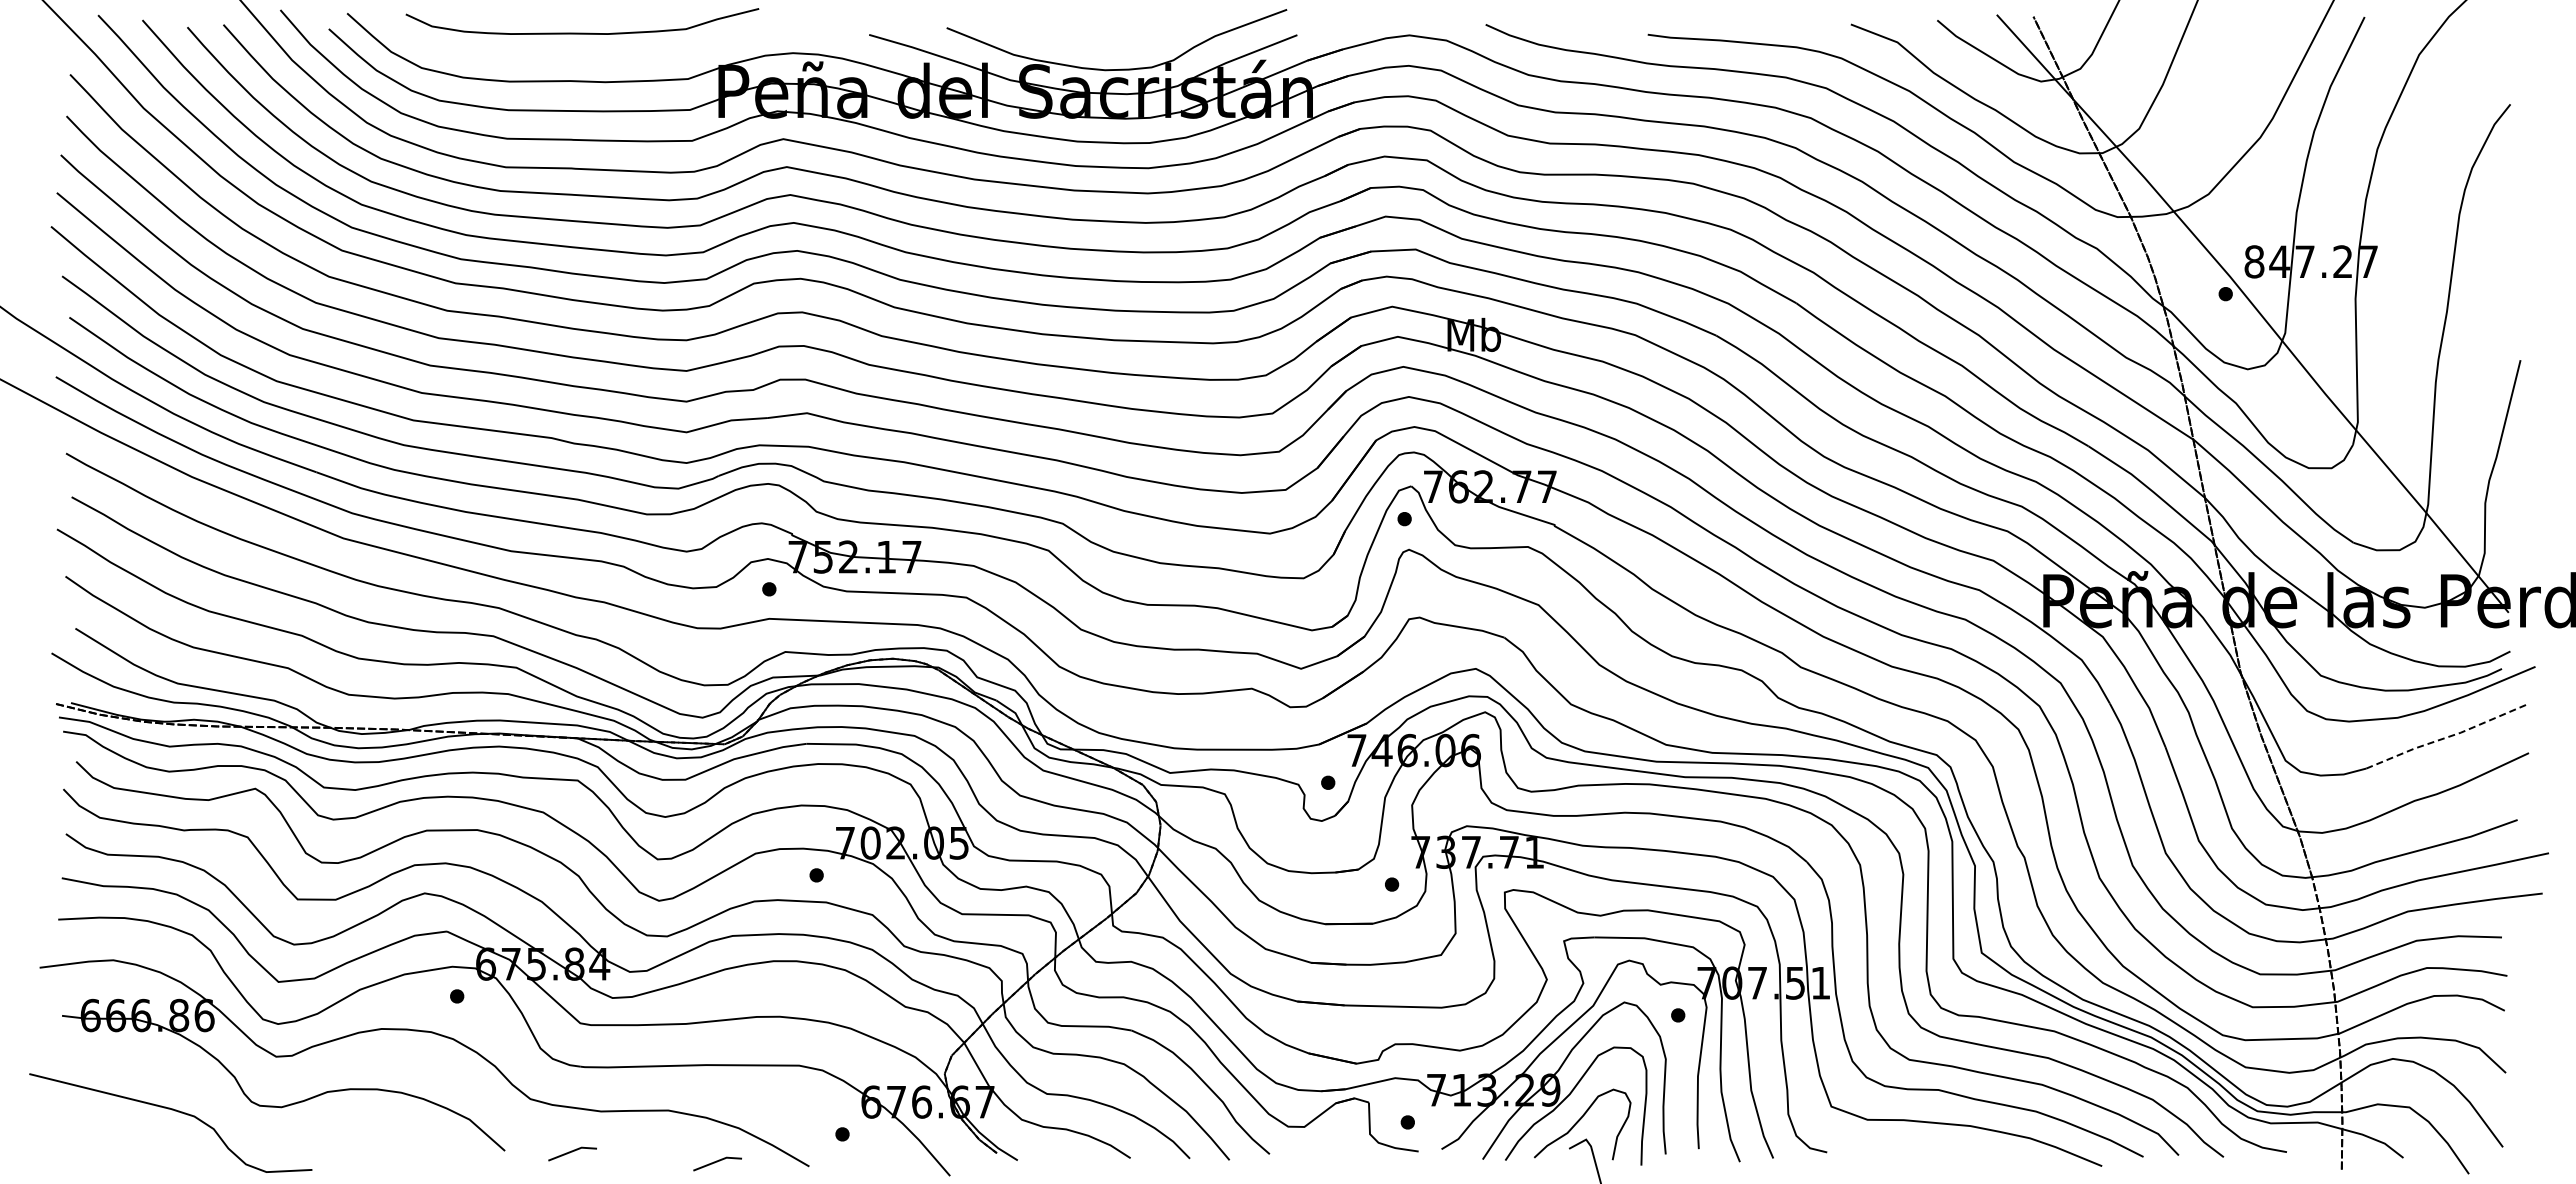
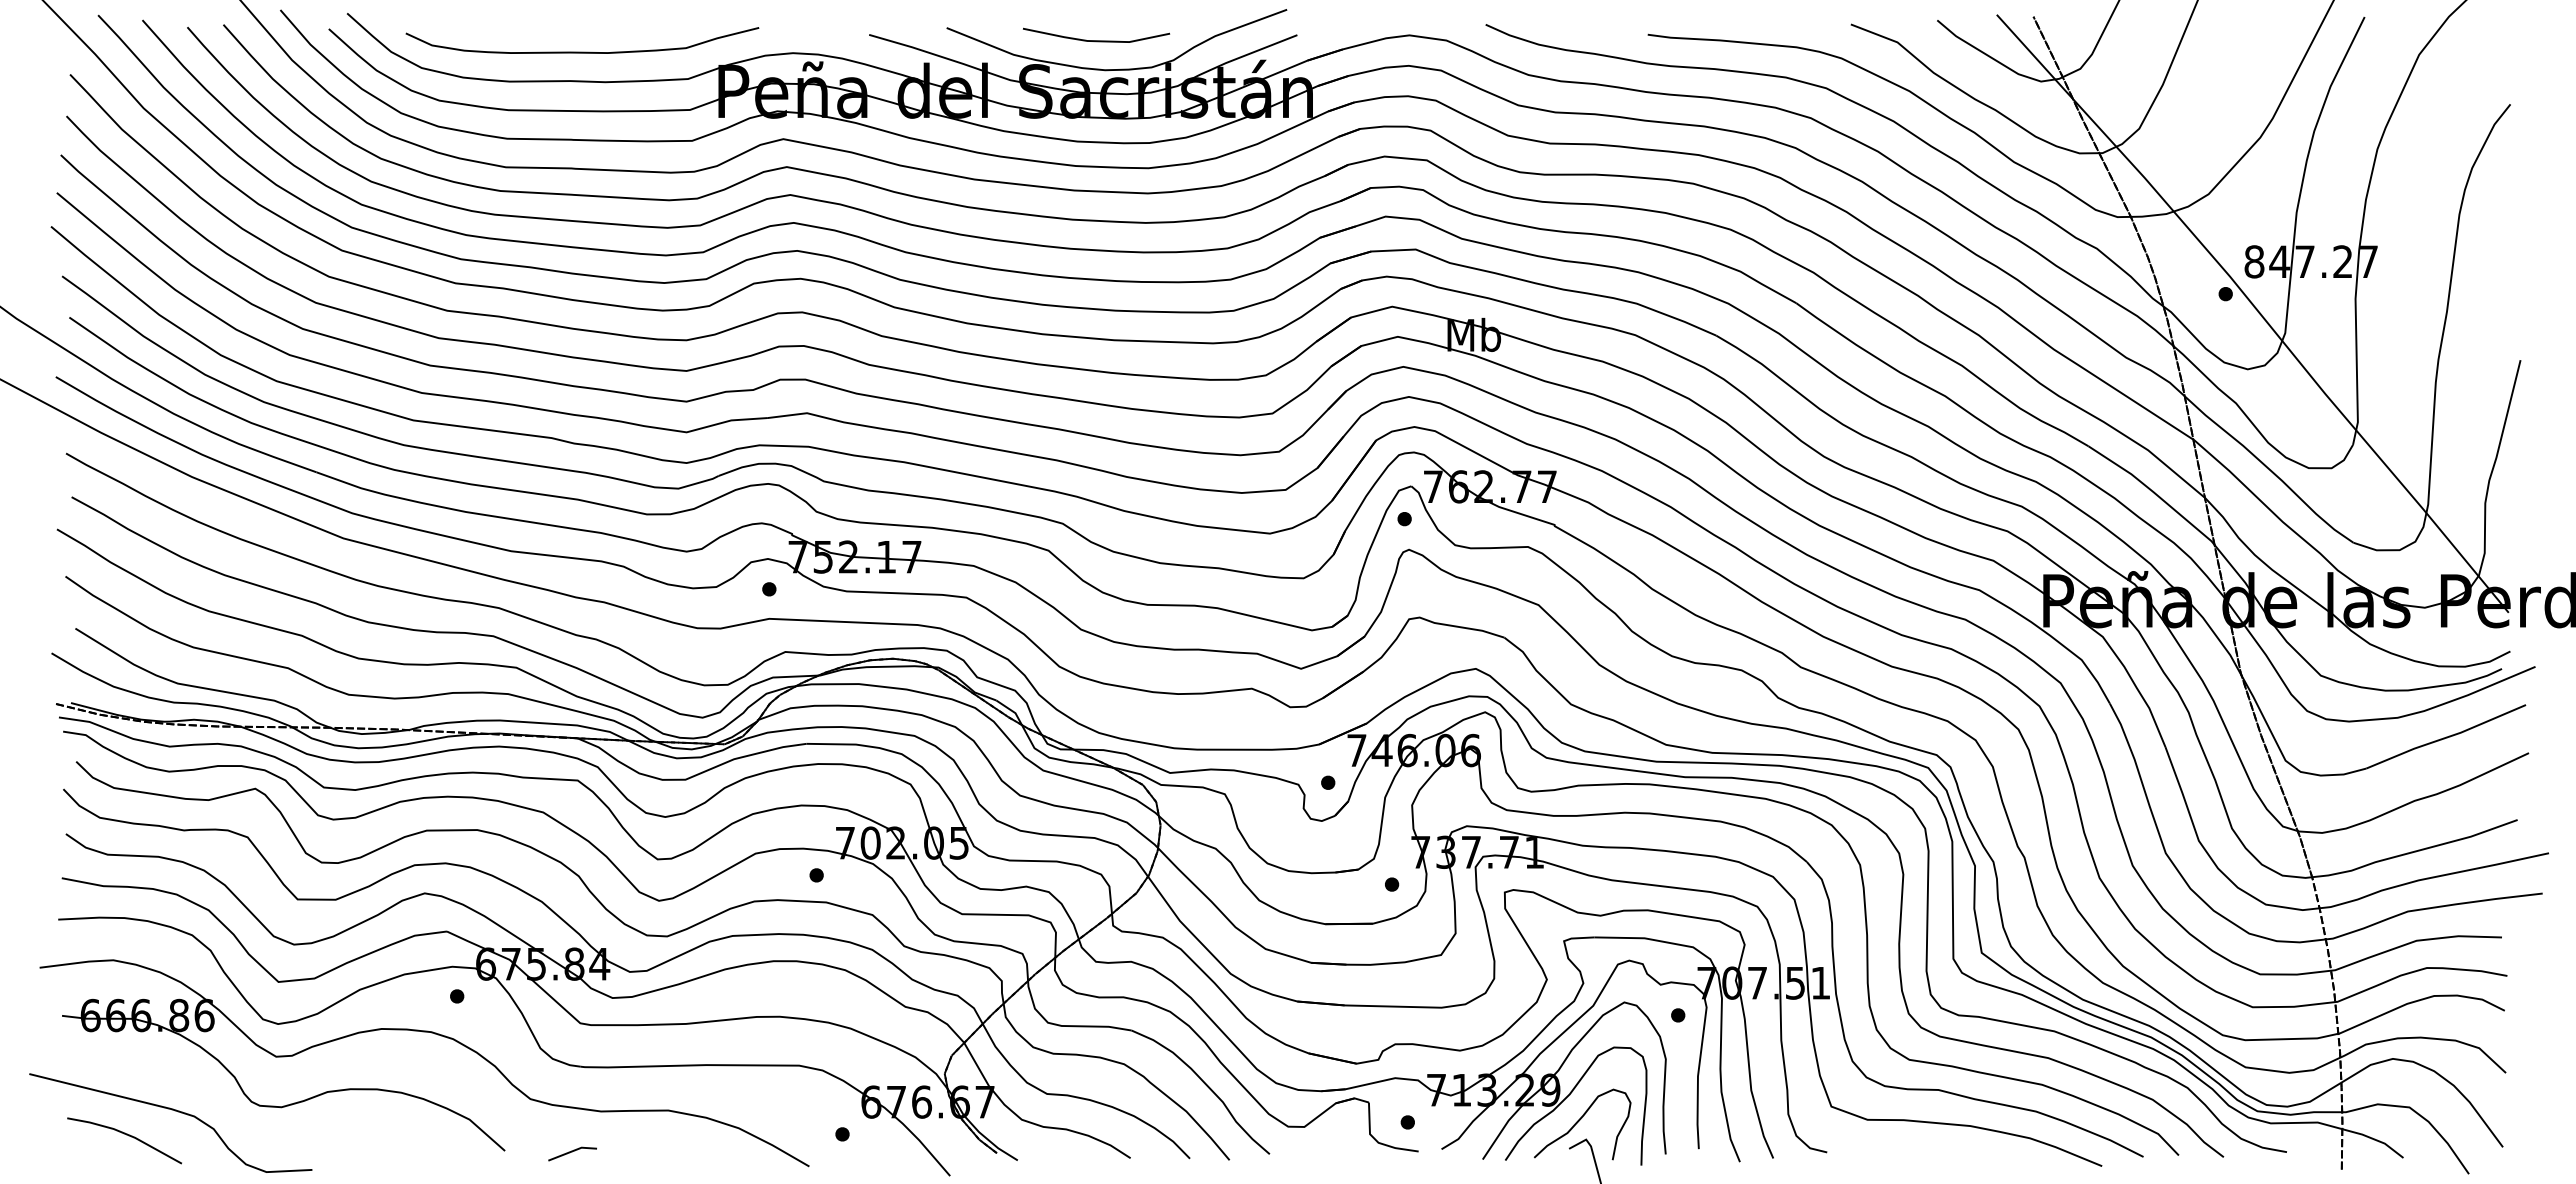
curve at (582, 32) position: (582, 32) -> (582, 51)
line at (1096, 40): none -> present
line at (2446, 737): dashed -> solid
line at (126, 1135): none -> present
line at (717, 1162): present -> none
